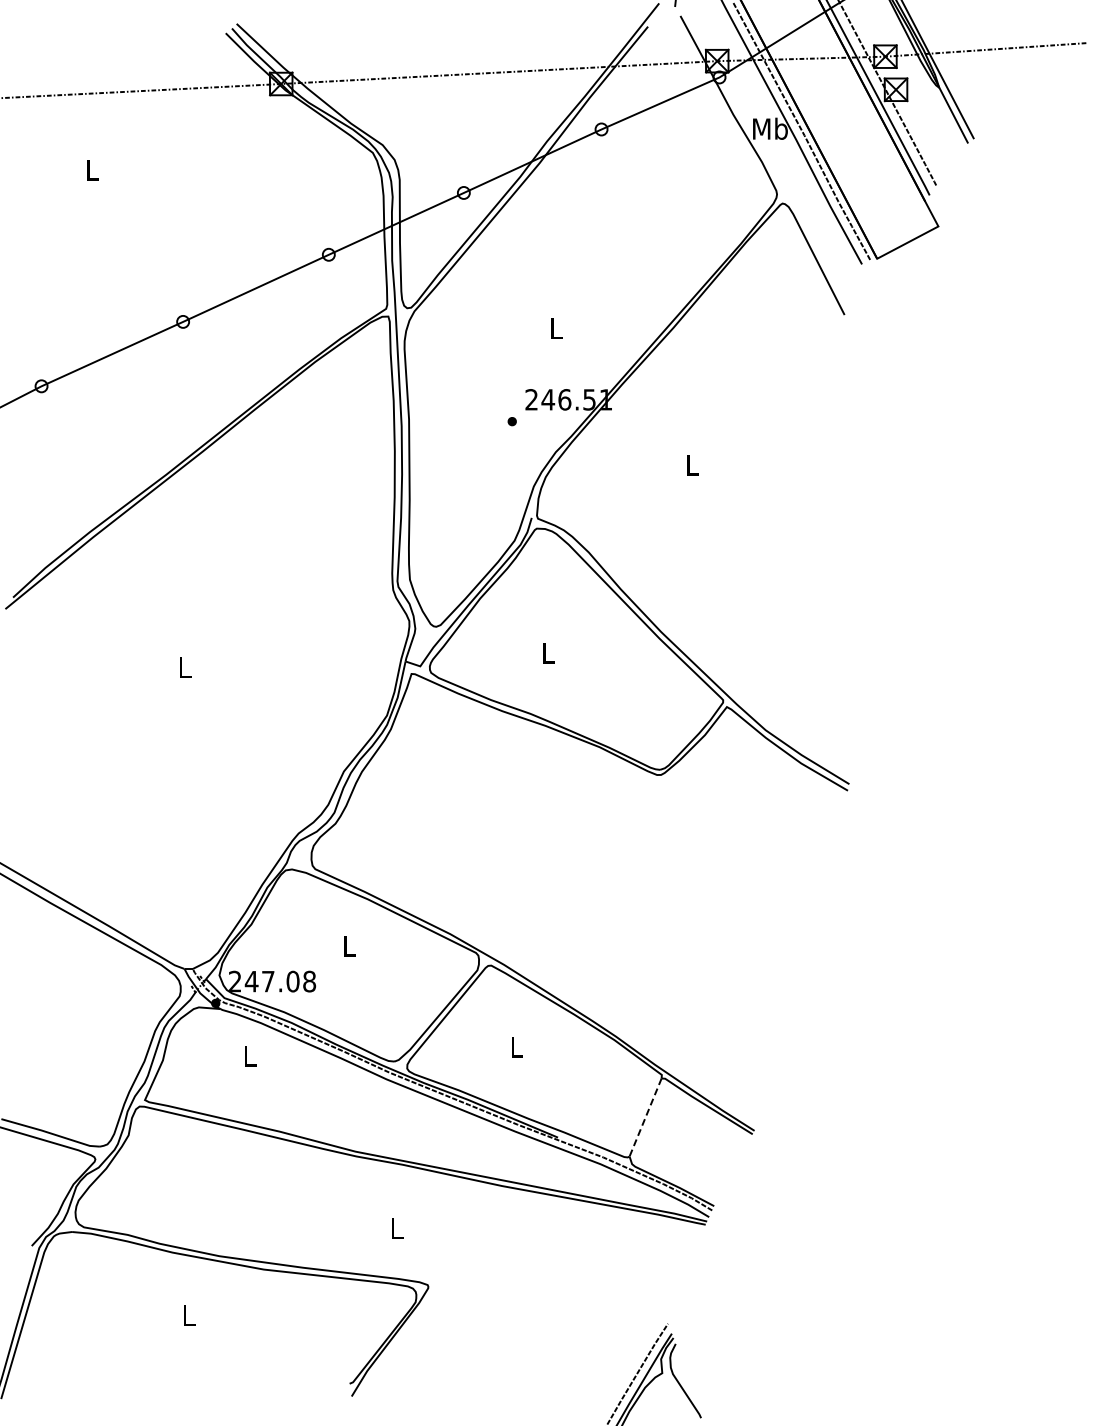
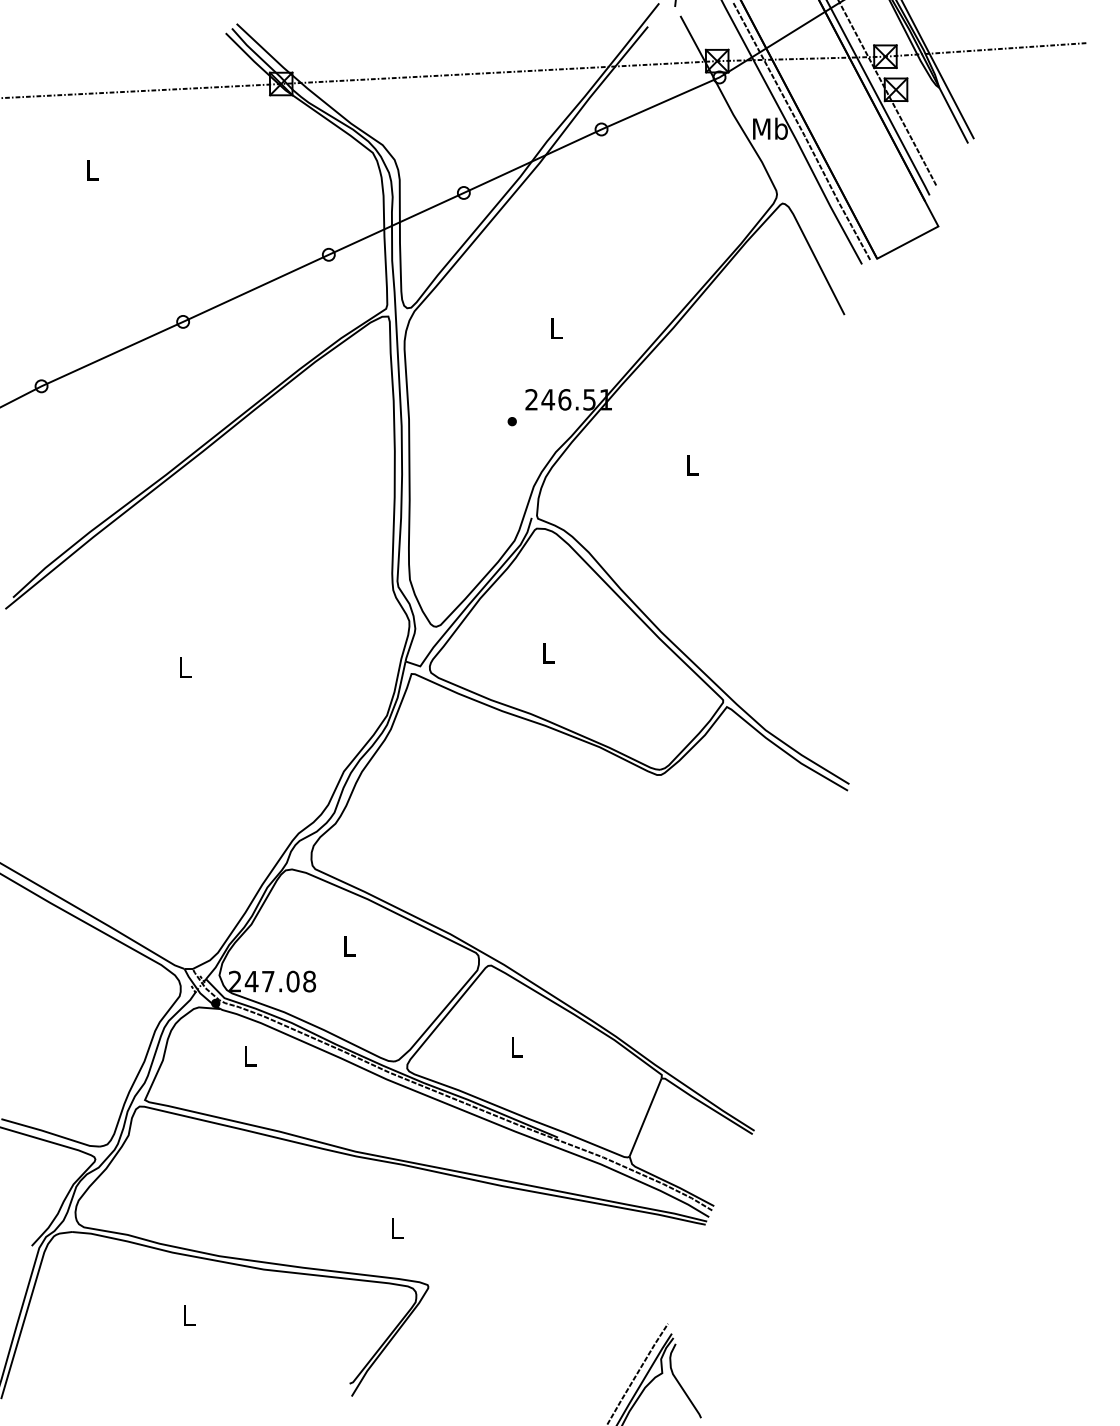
line at (645, 1117): dashed -> solid
